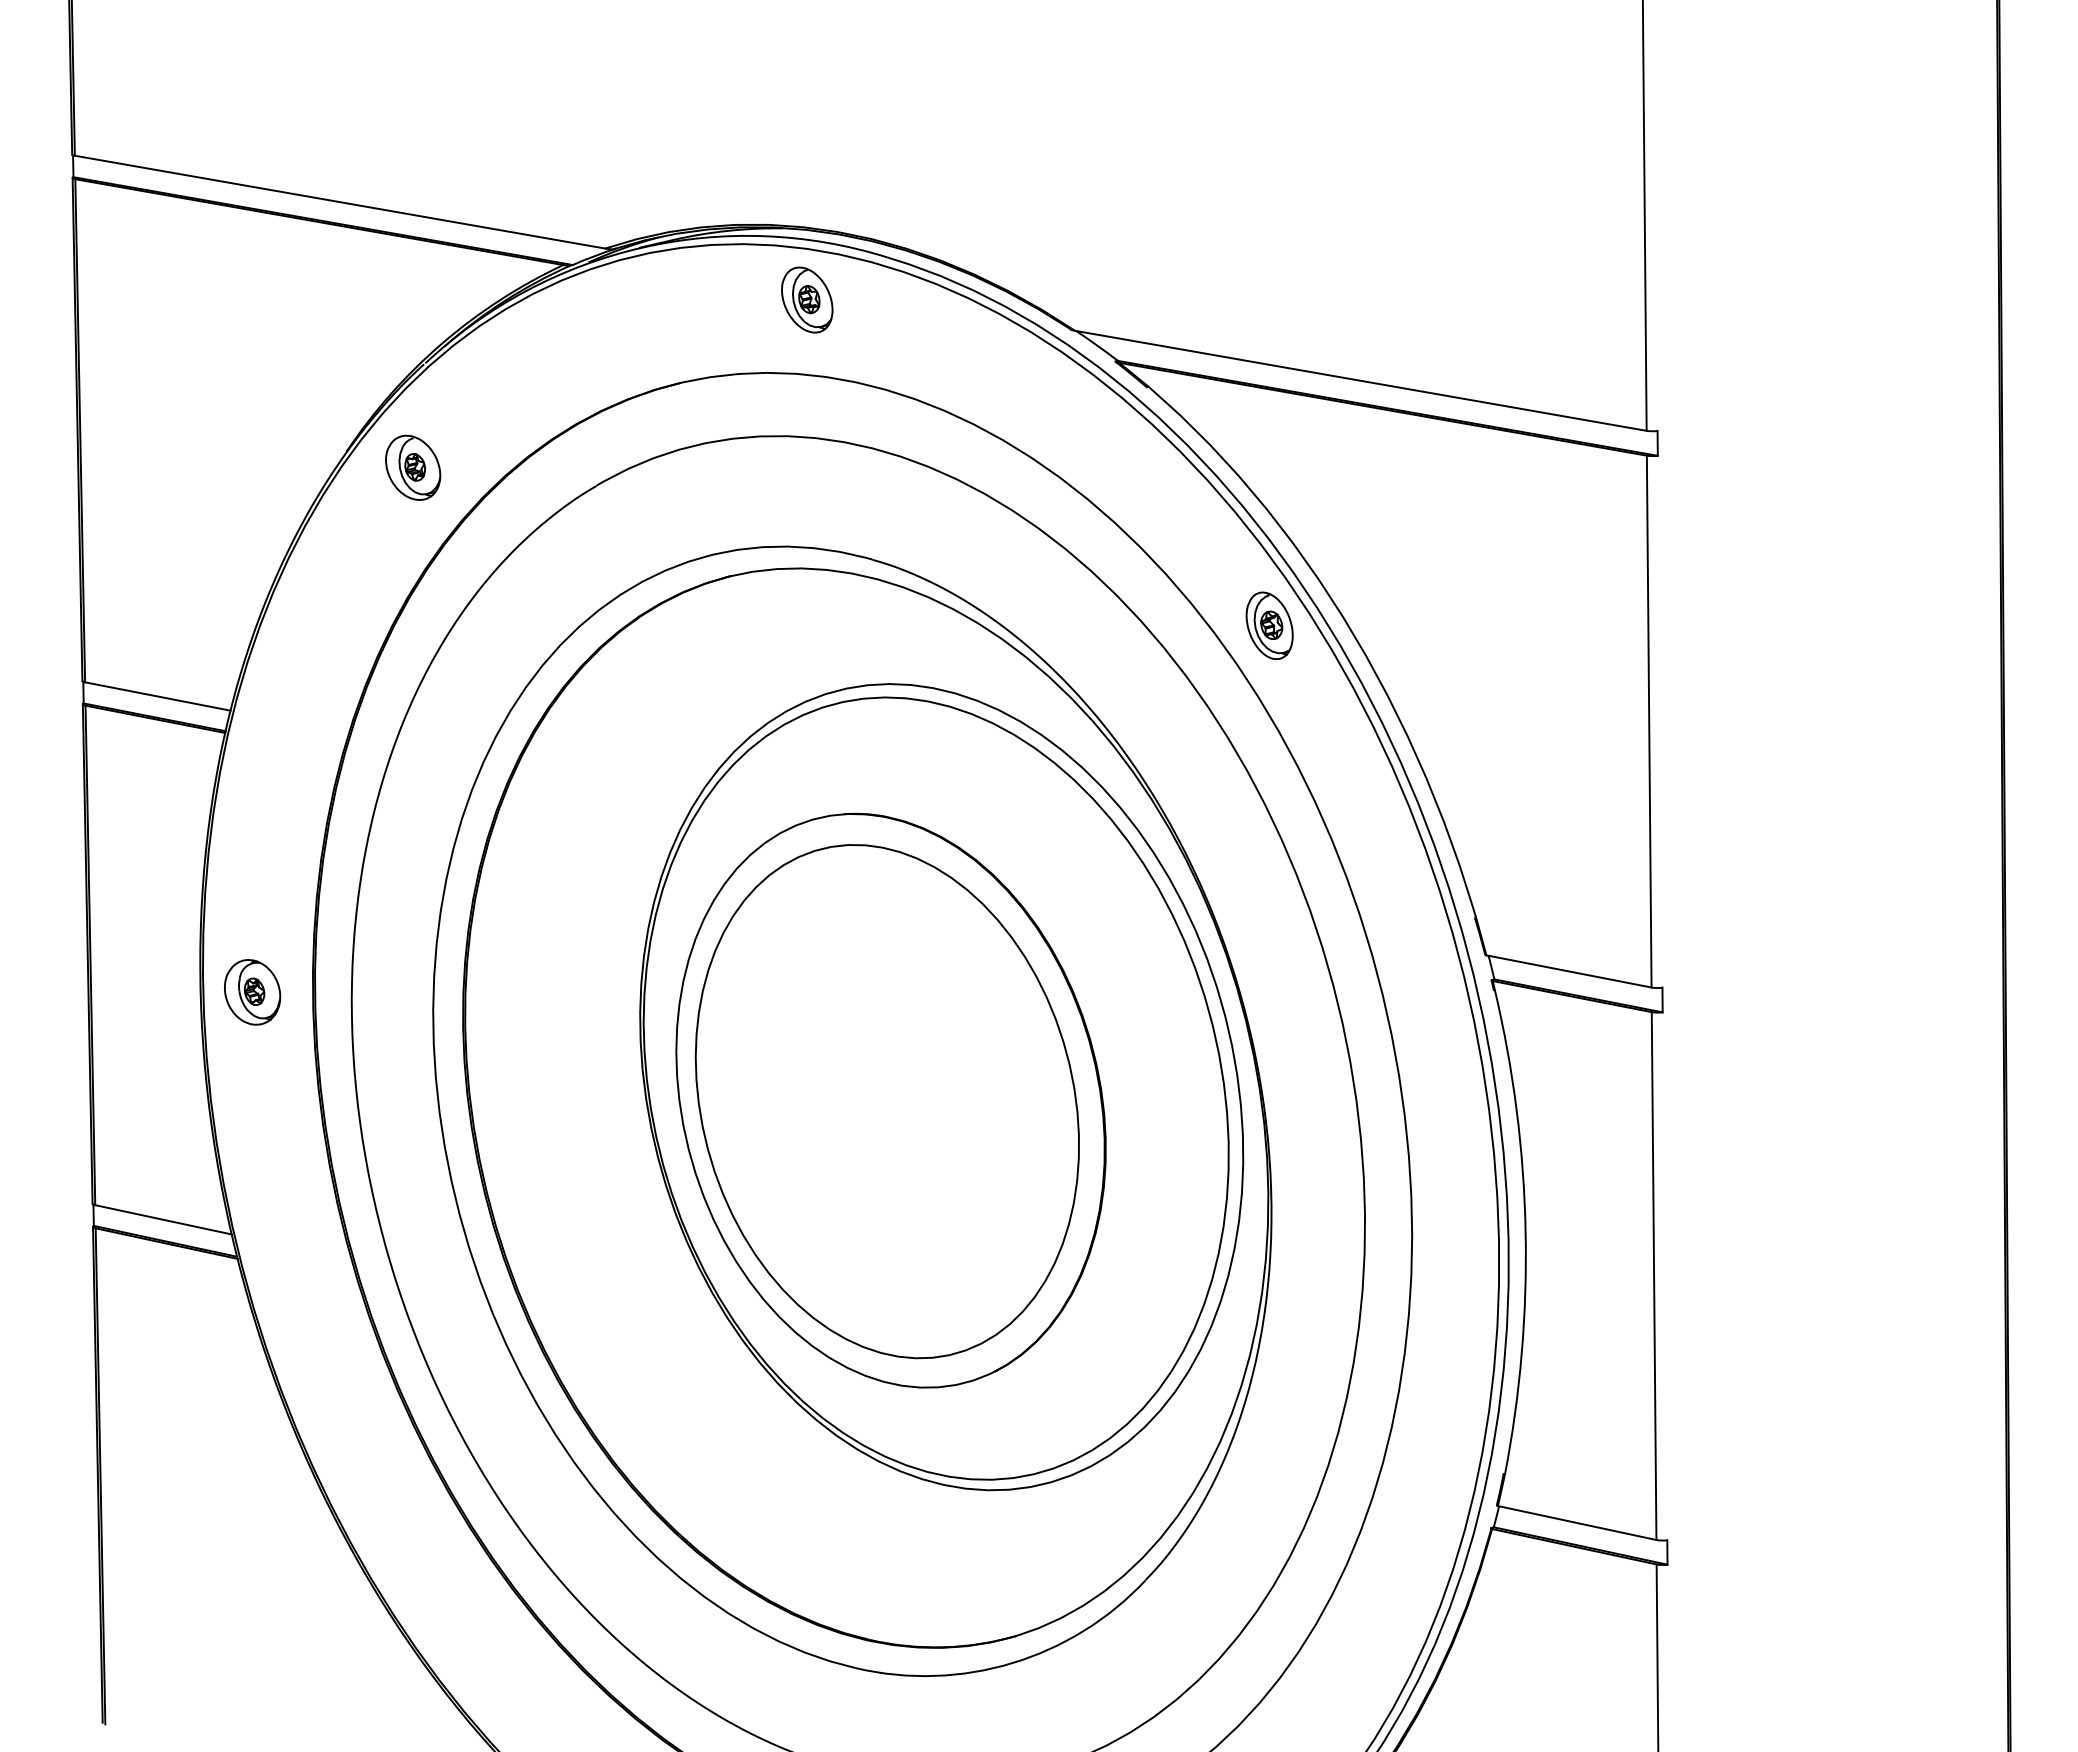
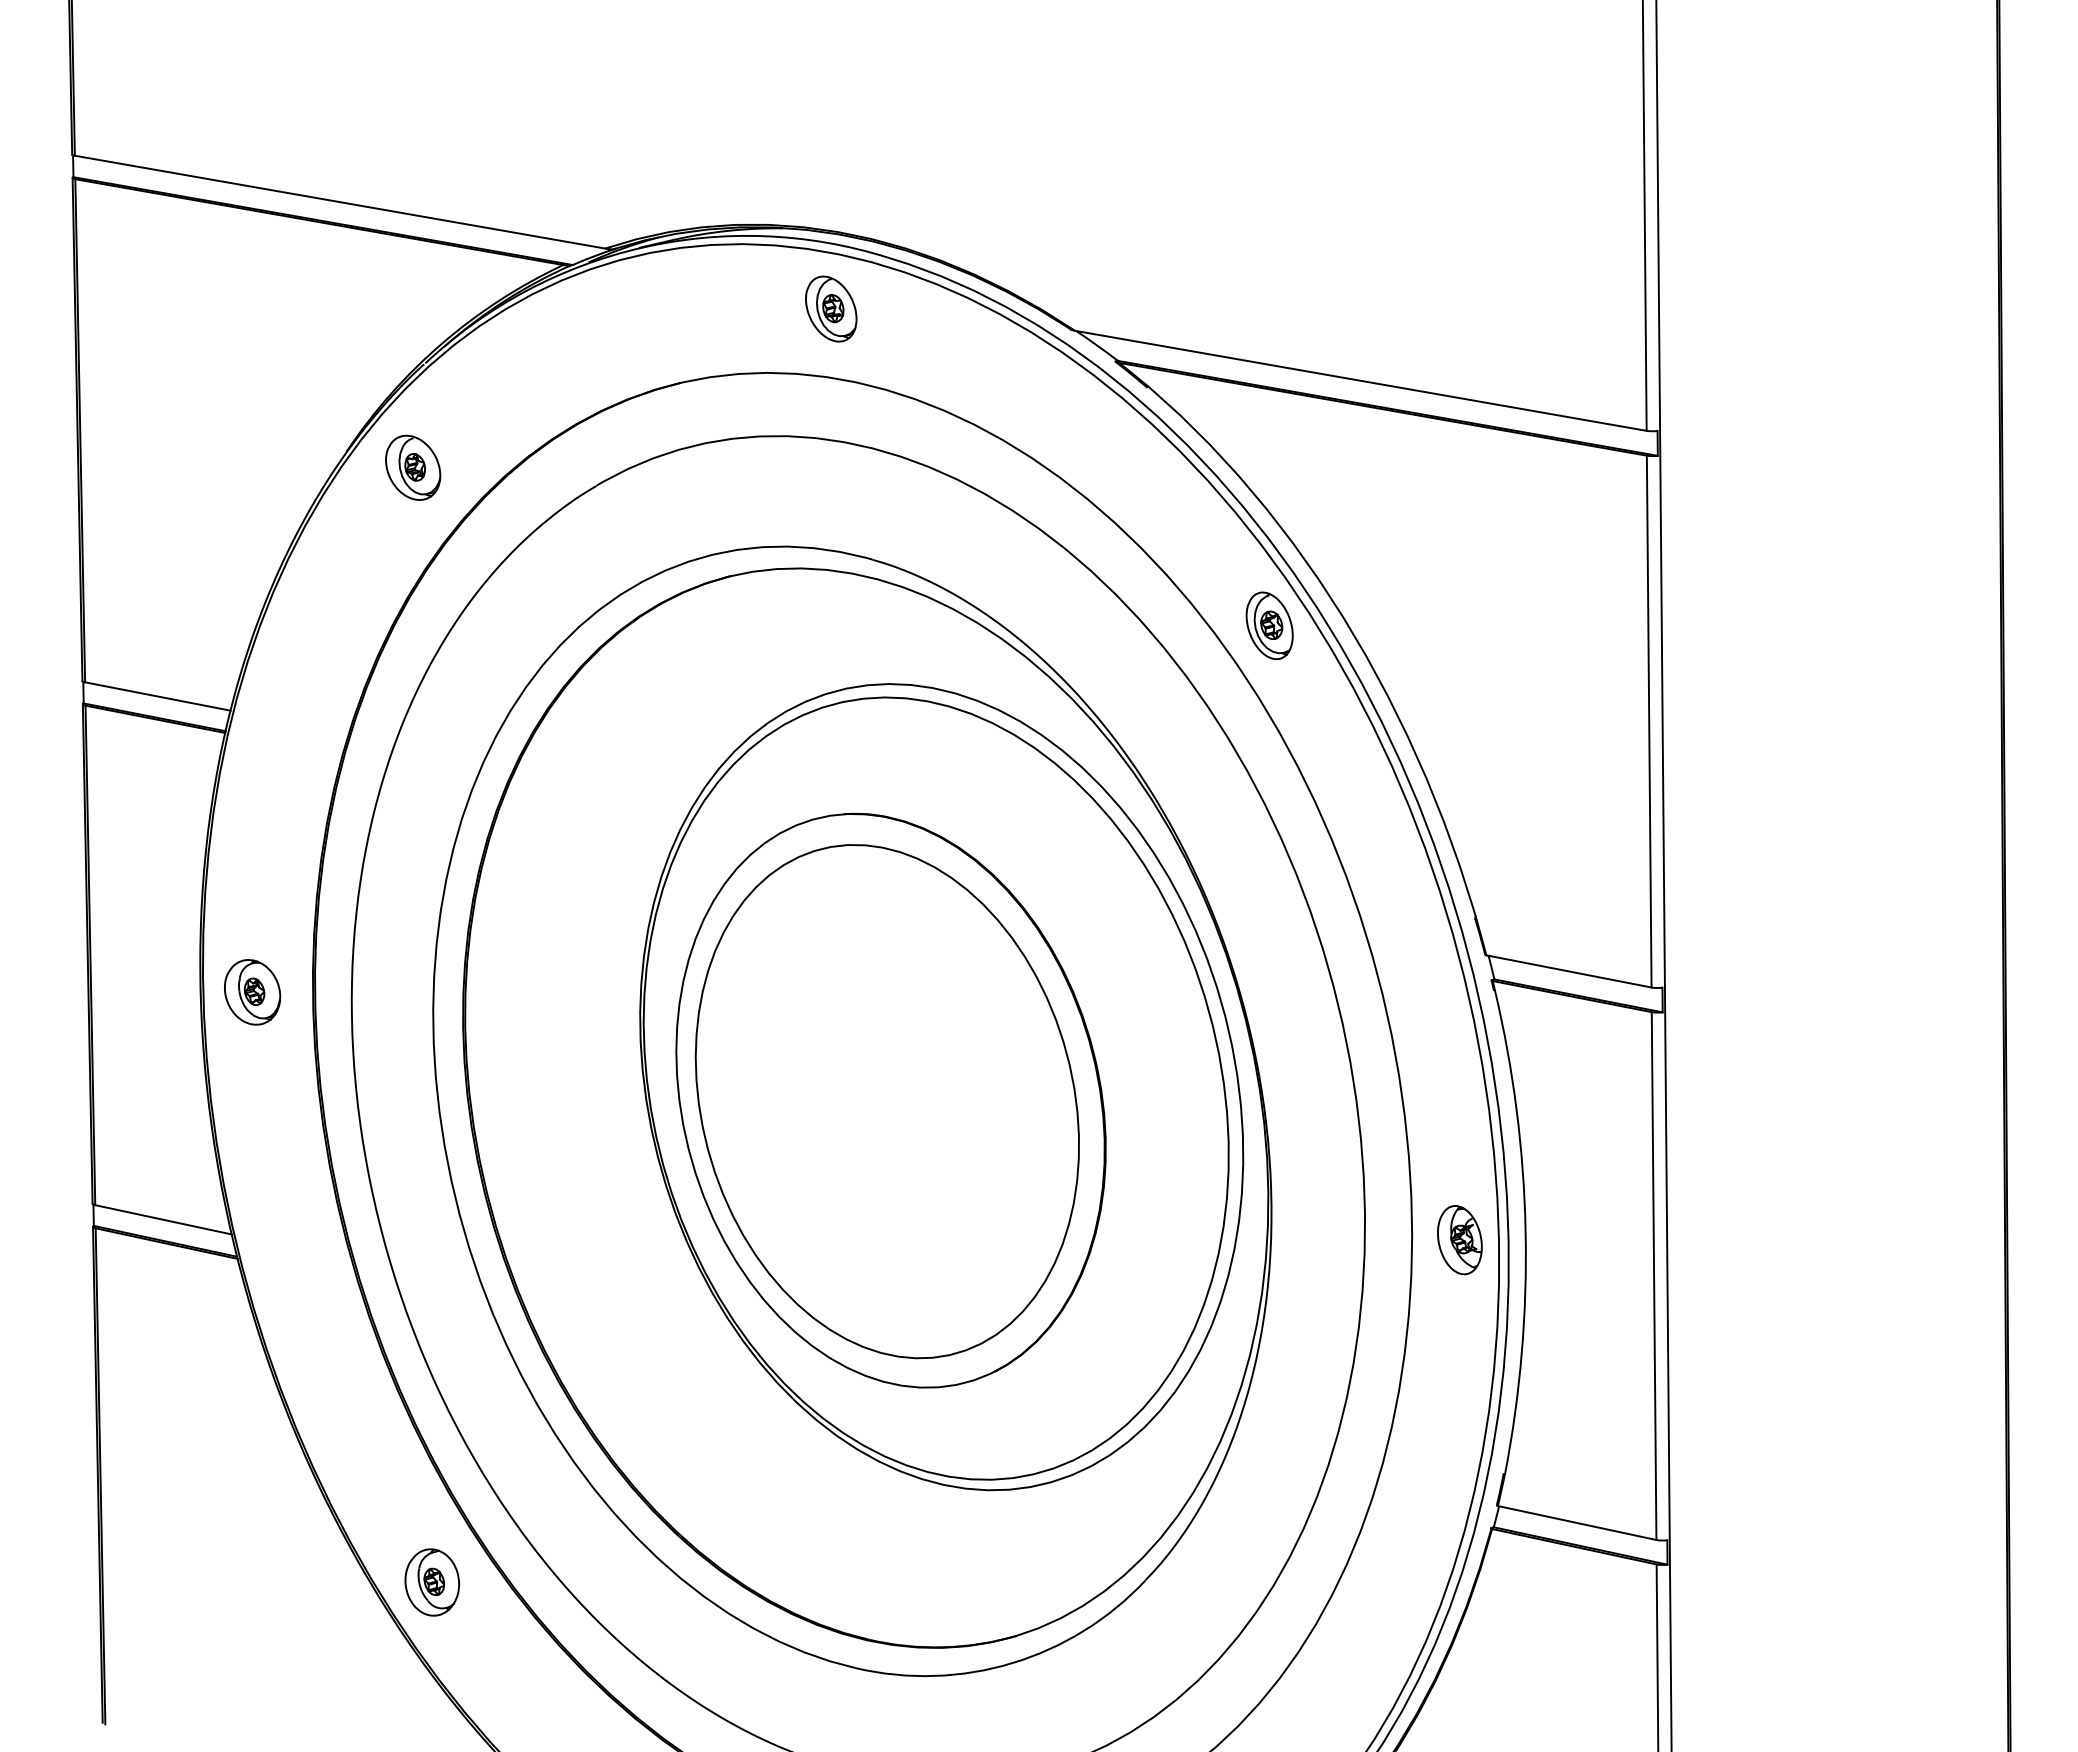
part at (807, 299) position: (807, 299) -> (831, 308)
line at (1663, 875): none -> present
part at (1459, 1240): none -> present
part at (431, 1582): none -> present
